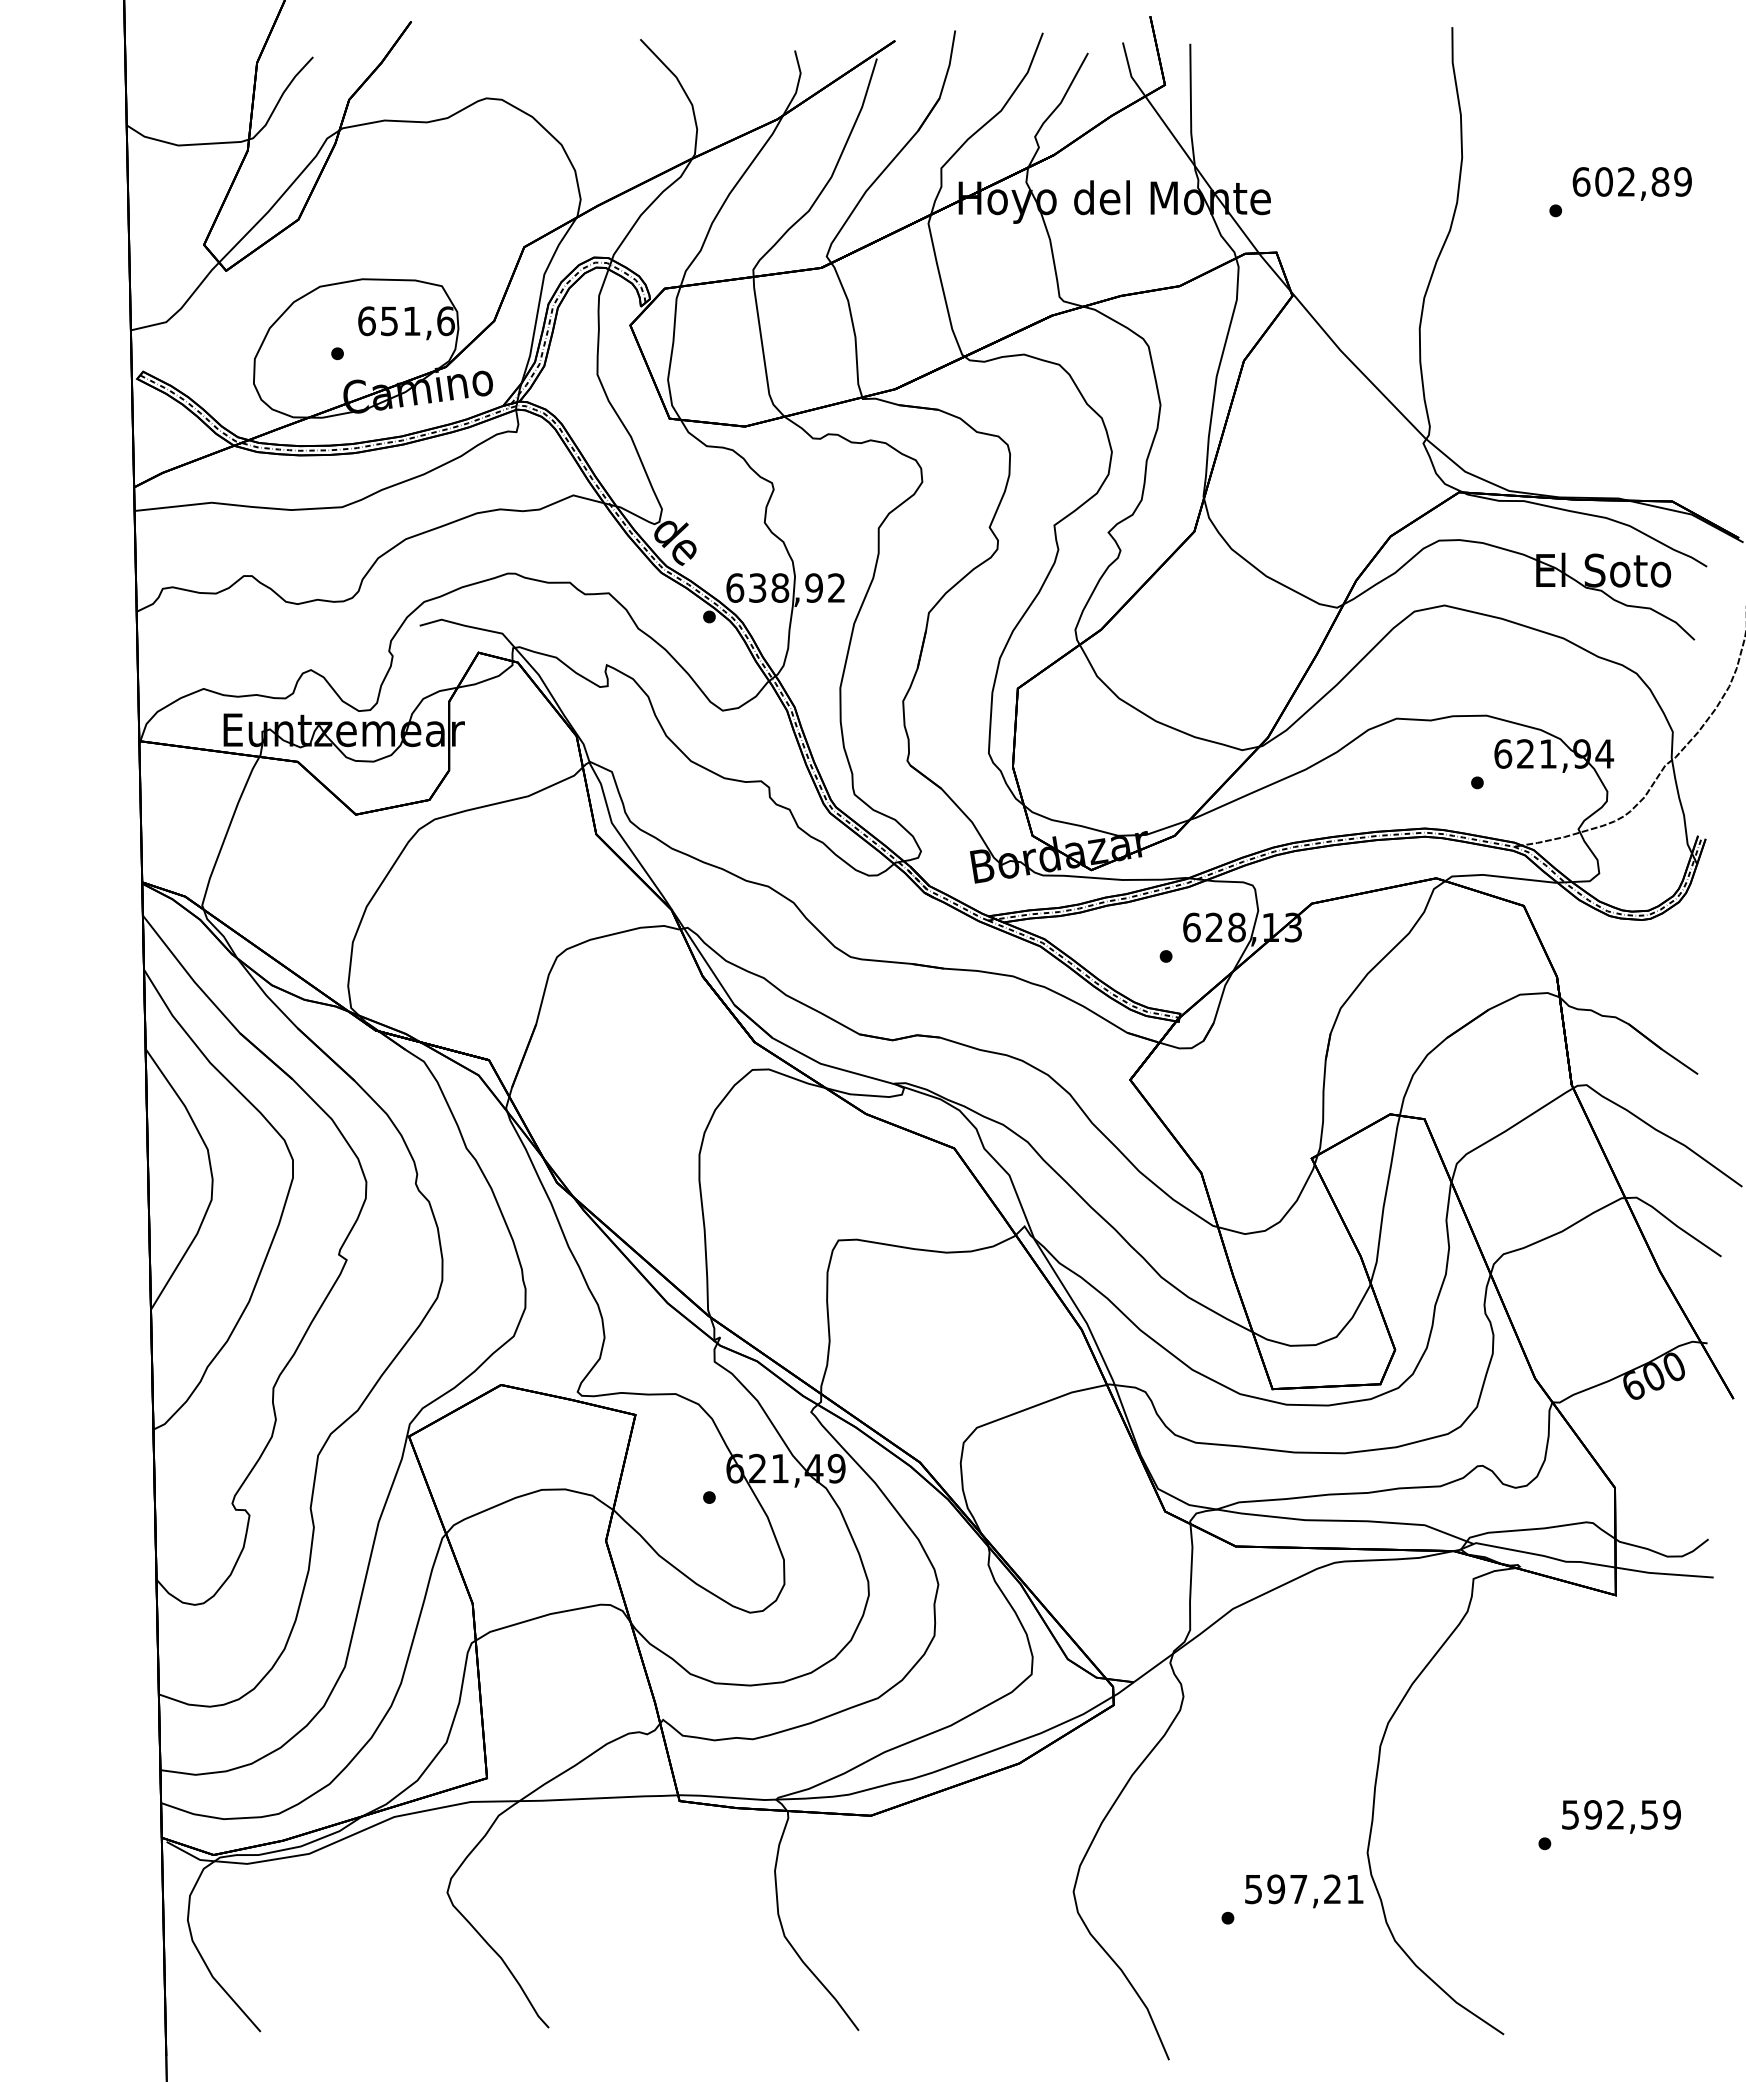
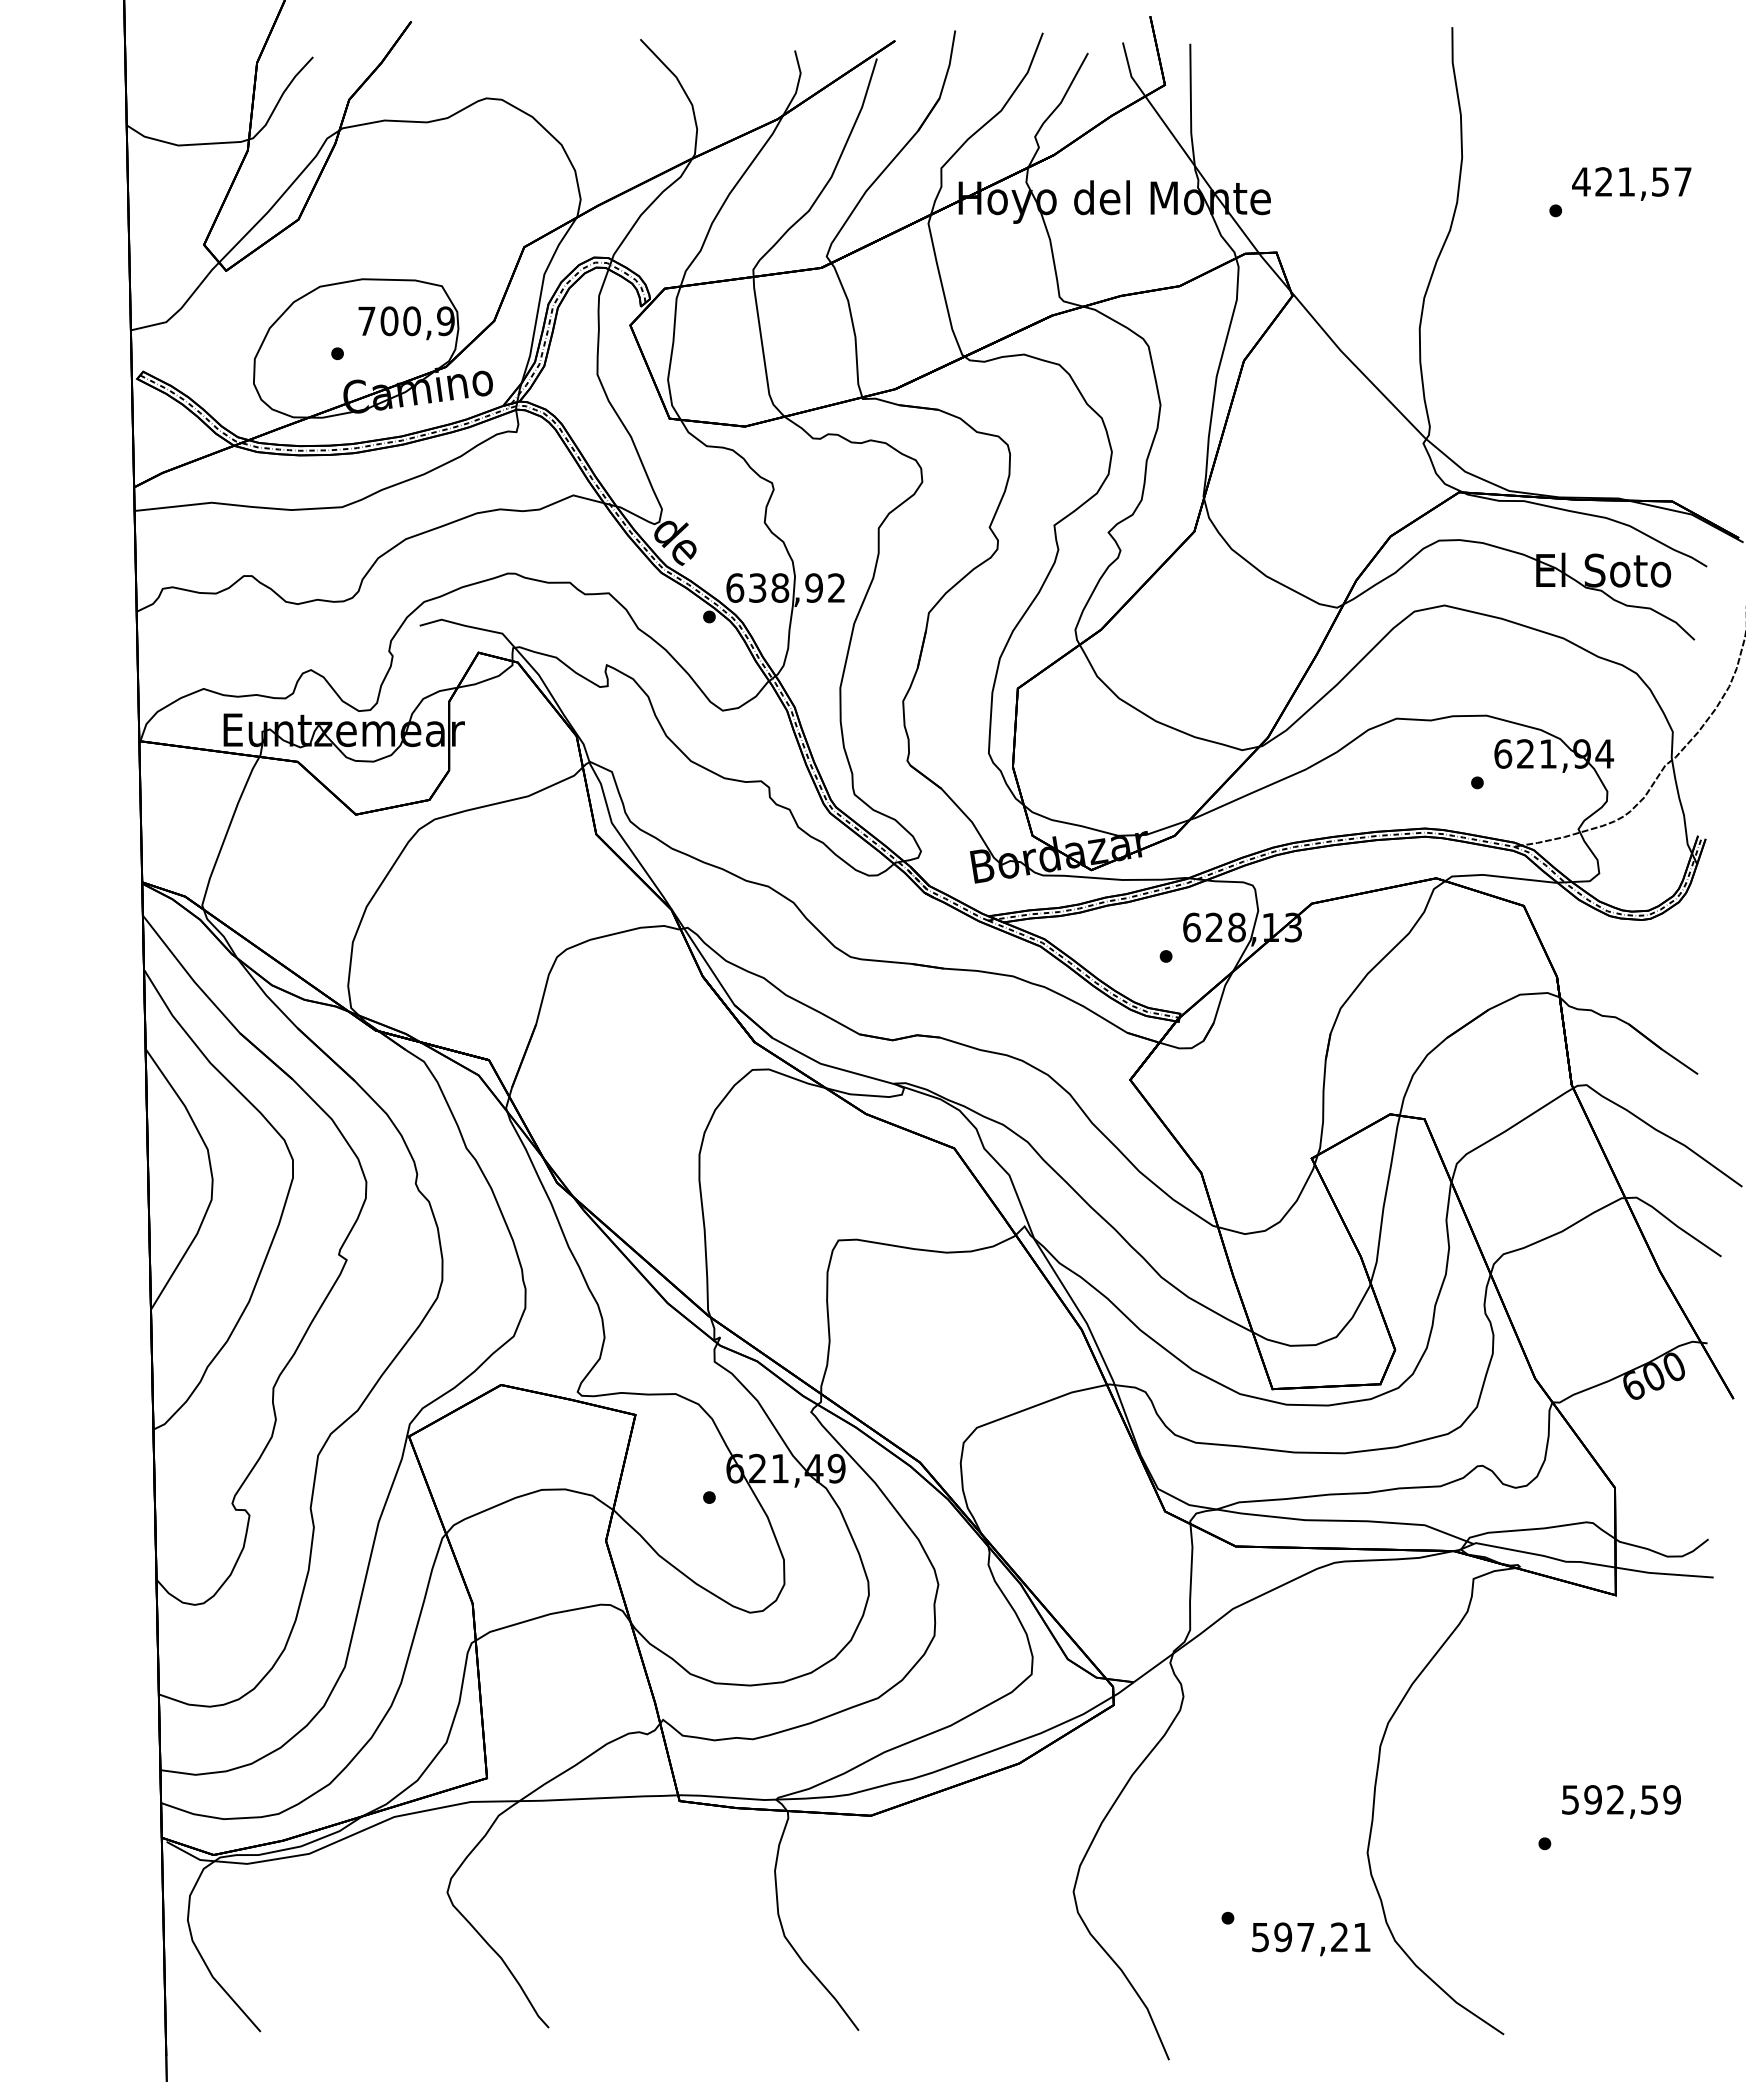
text at (1631, 181): 602,89 -> 421,57
text at (406, 321): 651,6 -> 700,9
text at (1621, 1816) position: (1621, 1816) -> (1621, 1801)
text at (1304, 1891) position: (1304, 1891) -> (1311, 1939)
